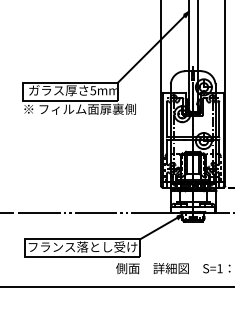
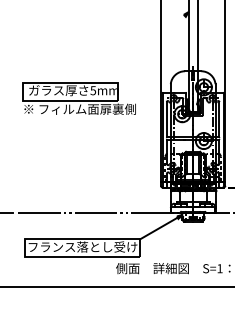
line at (152, 47): present -> none
